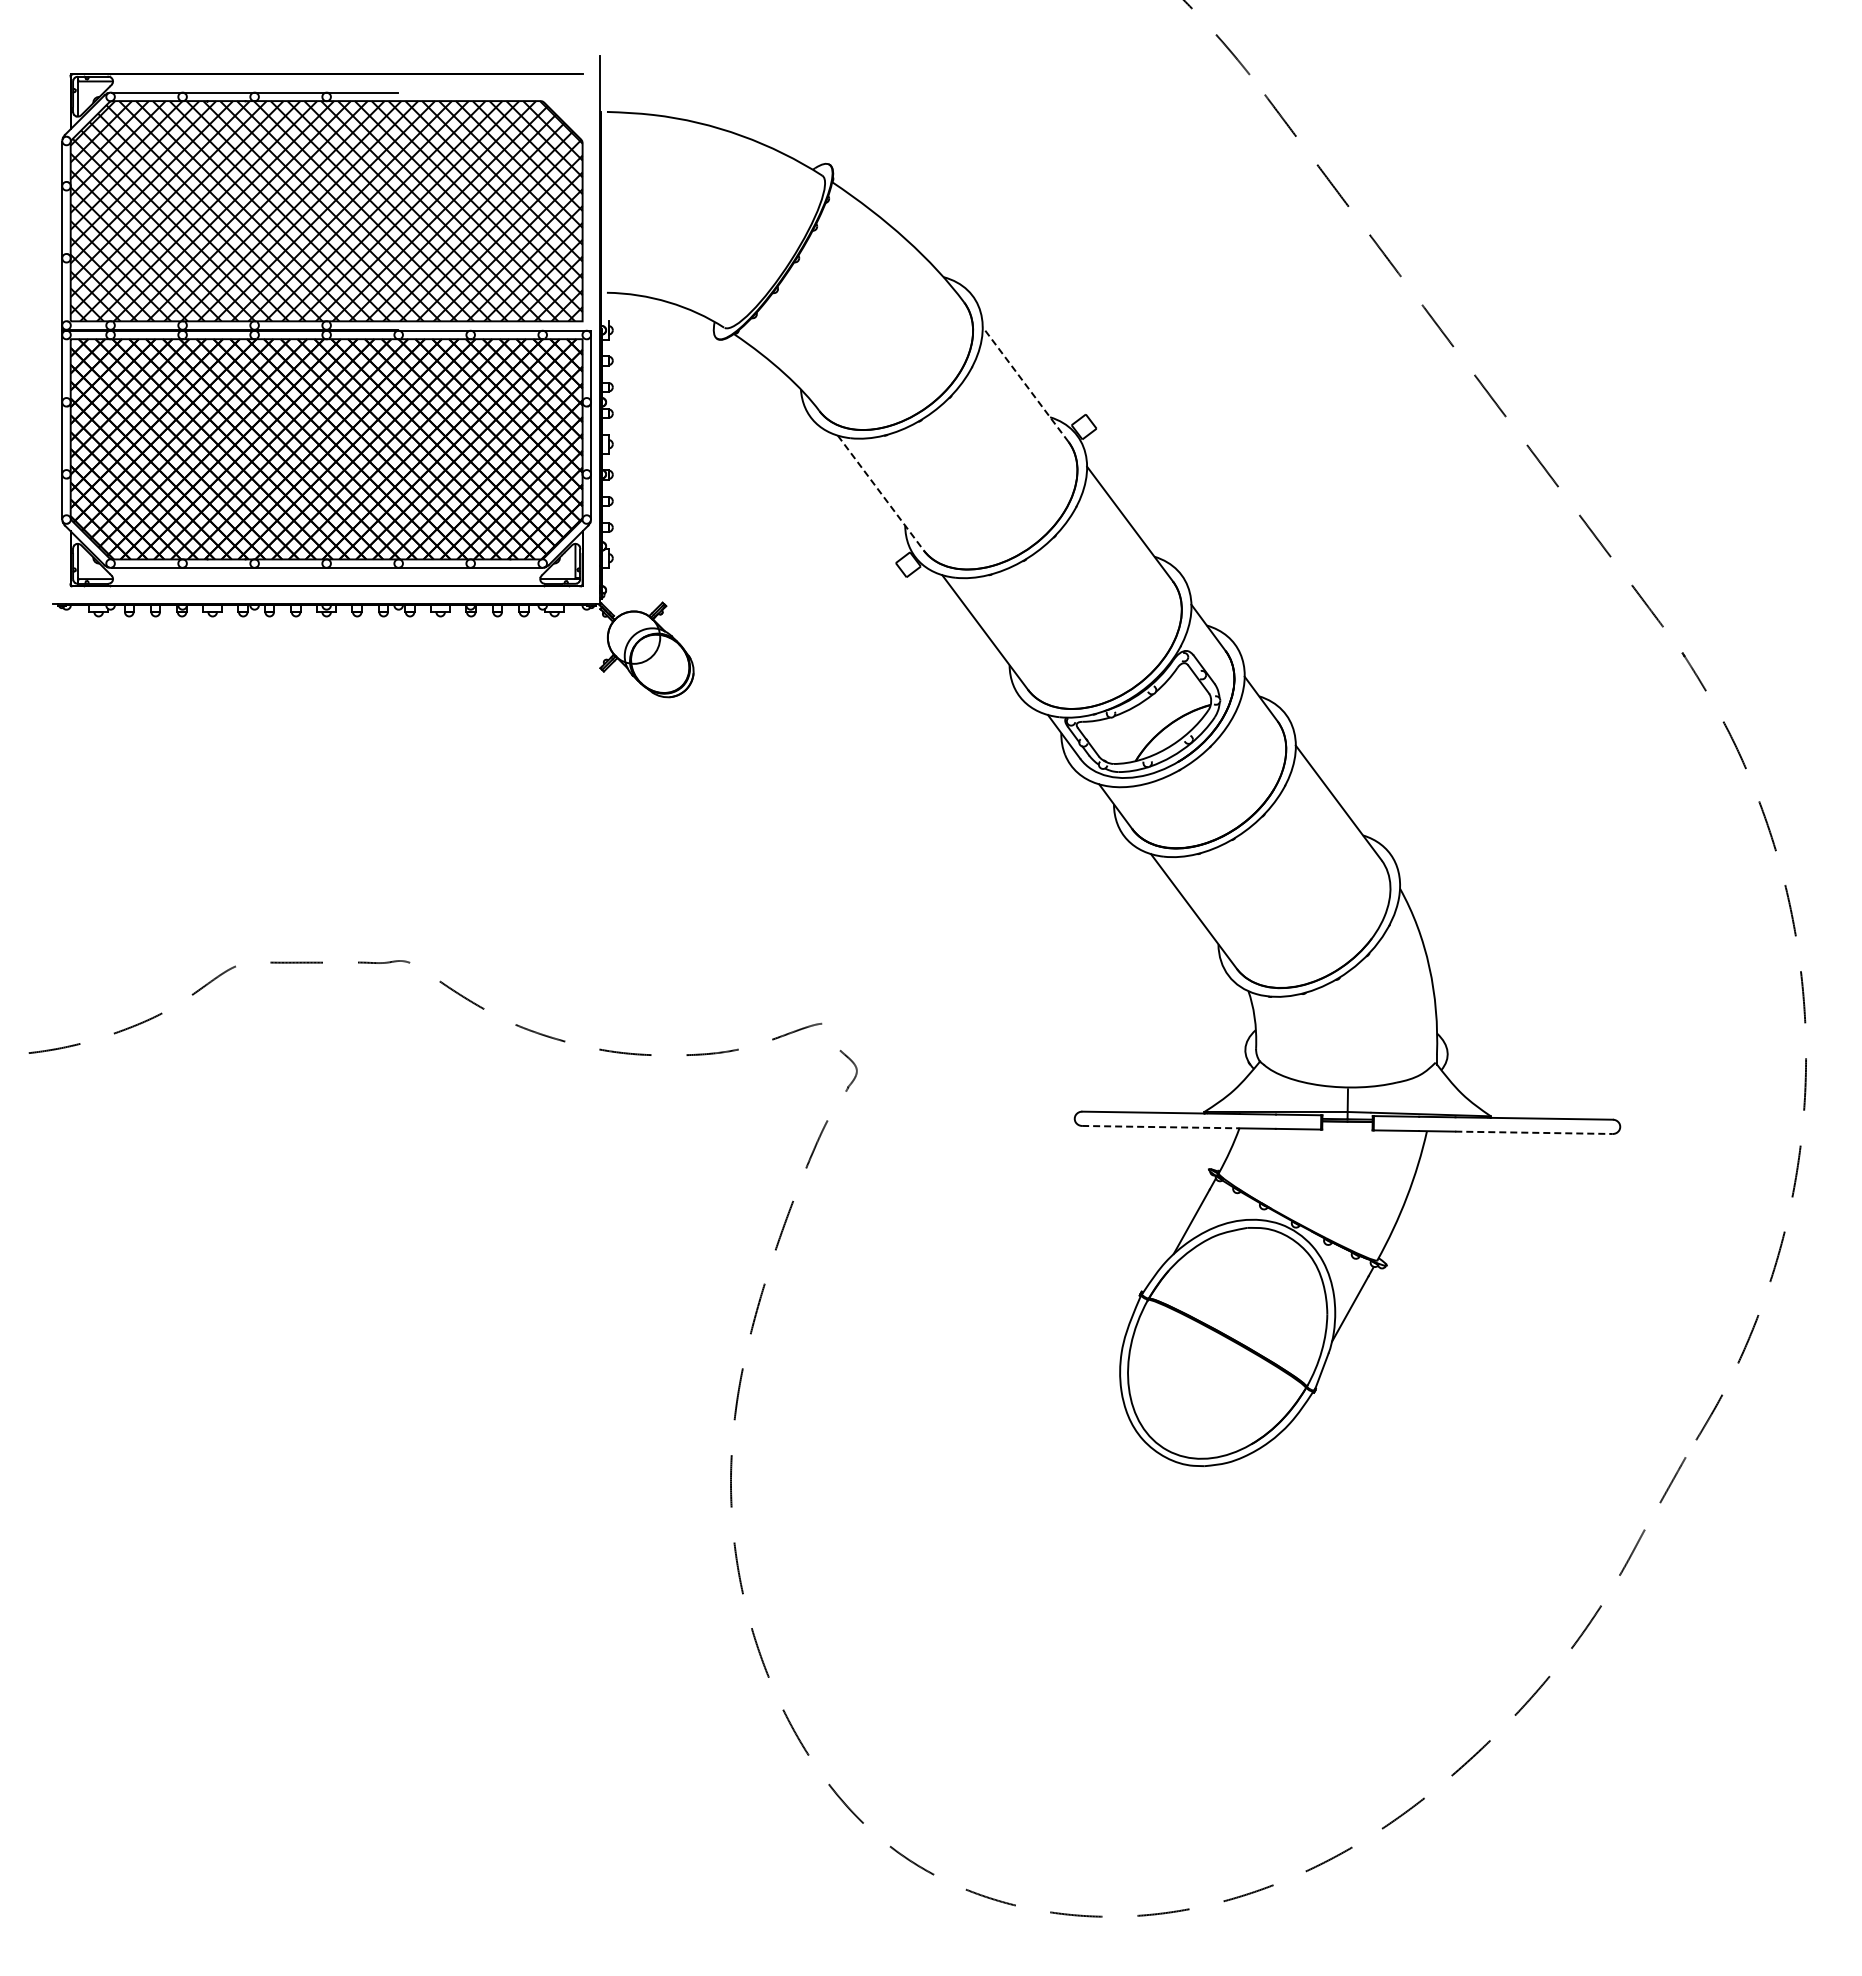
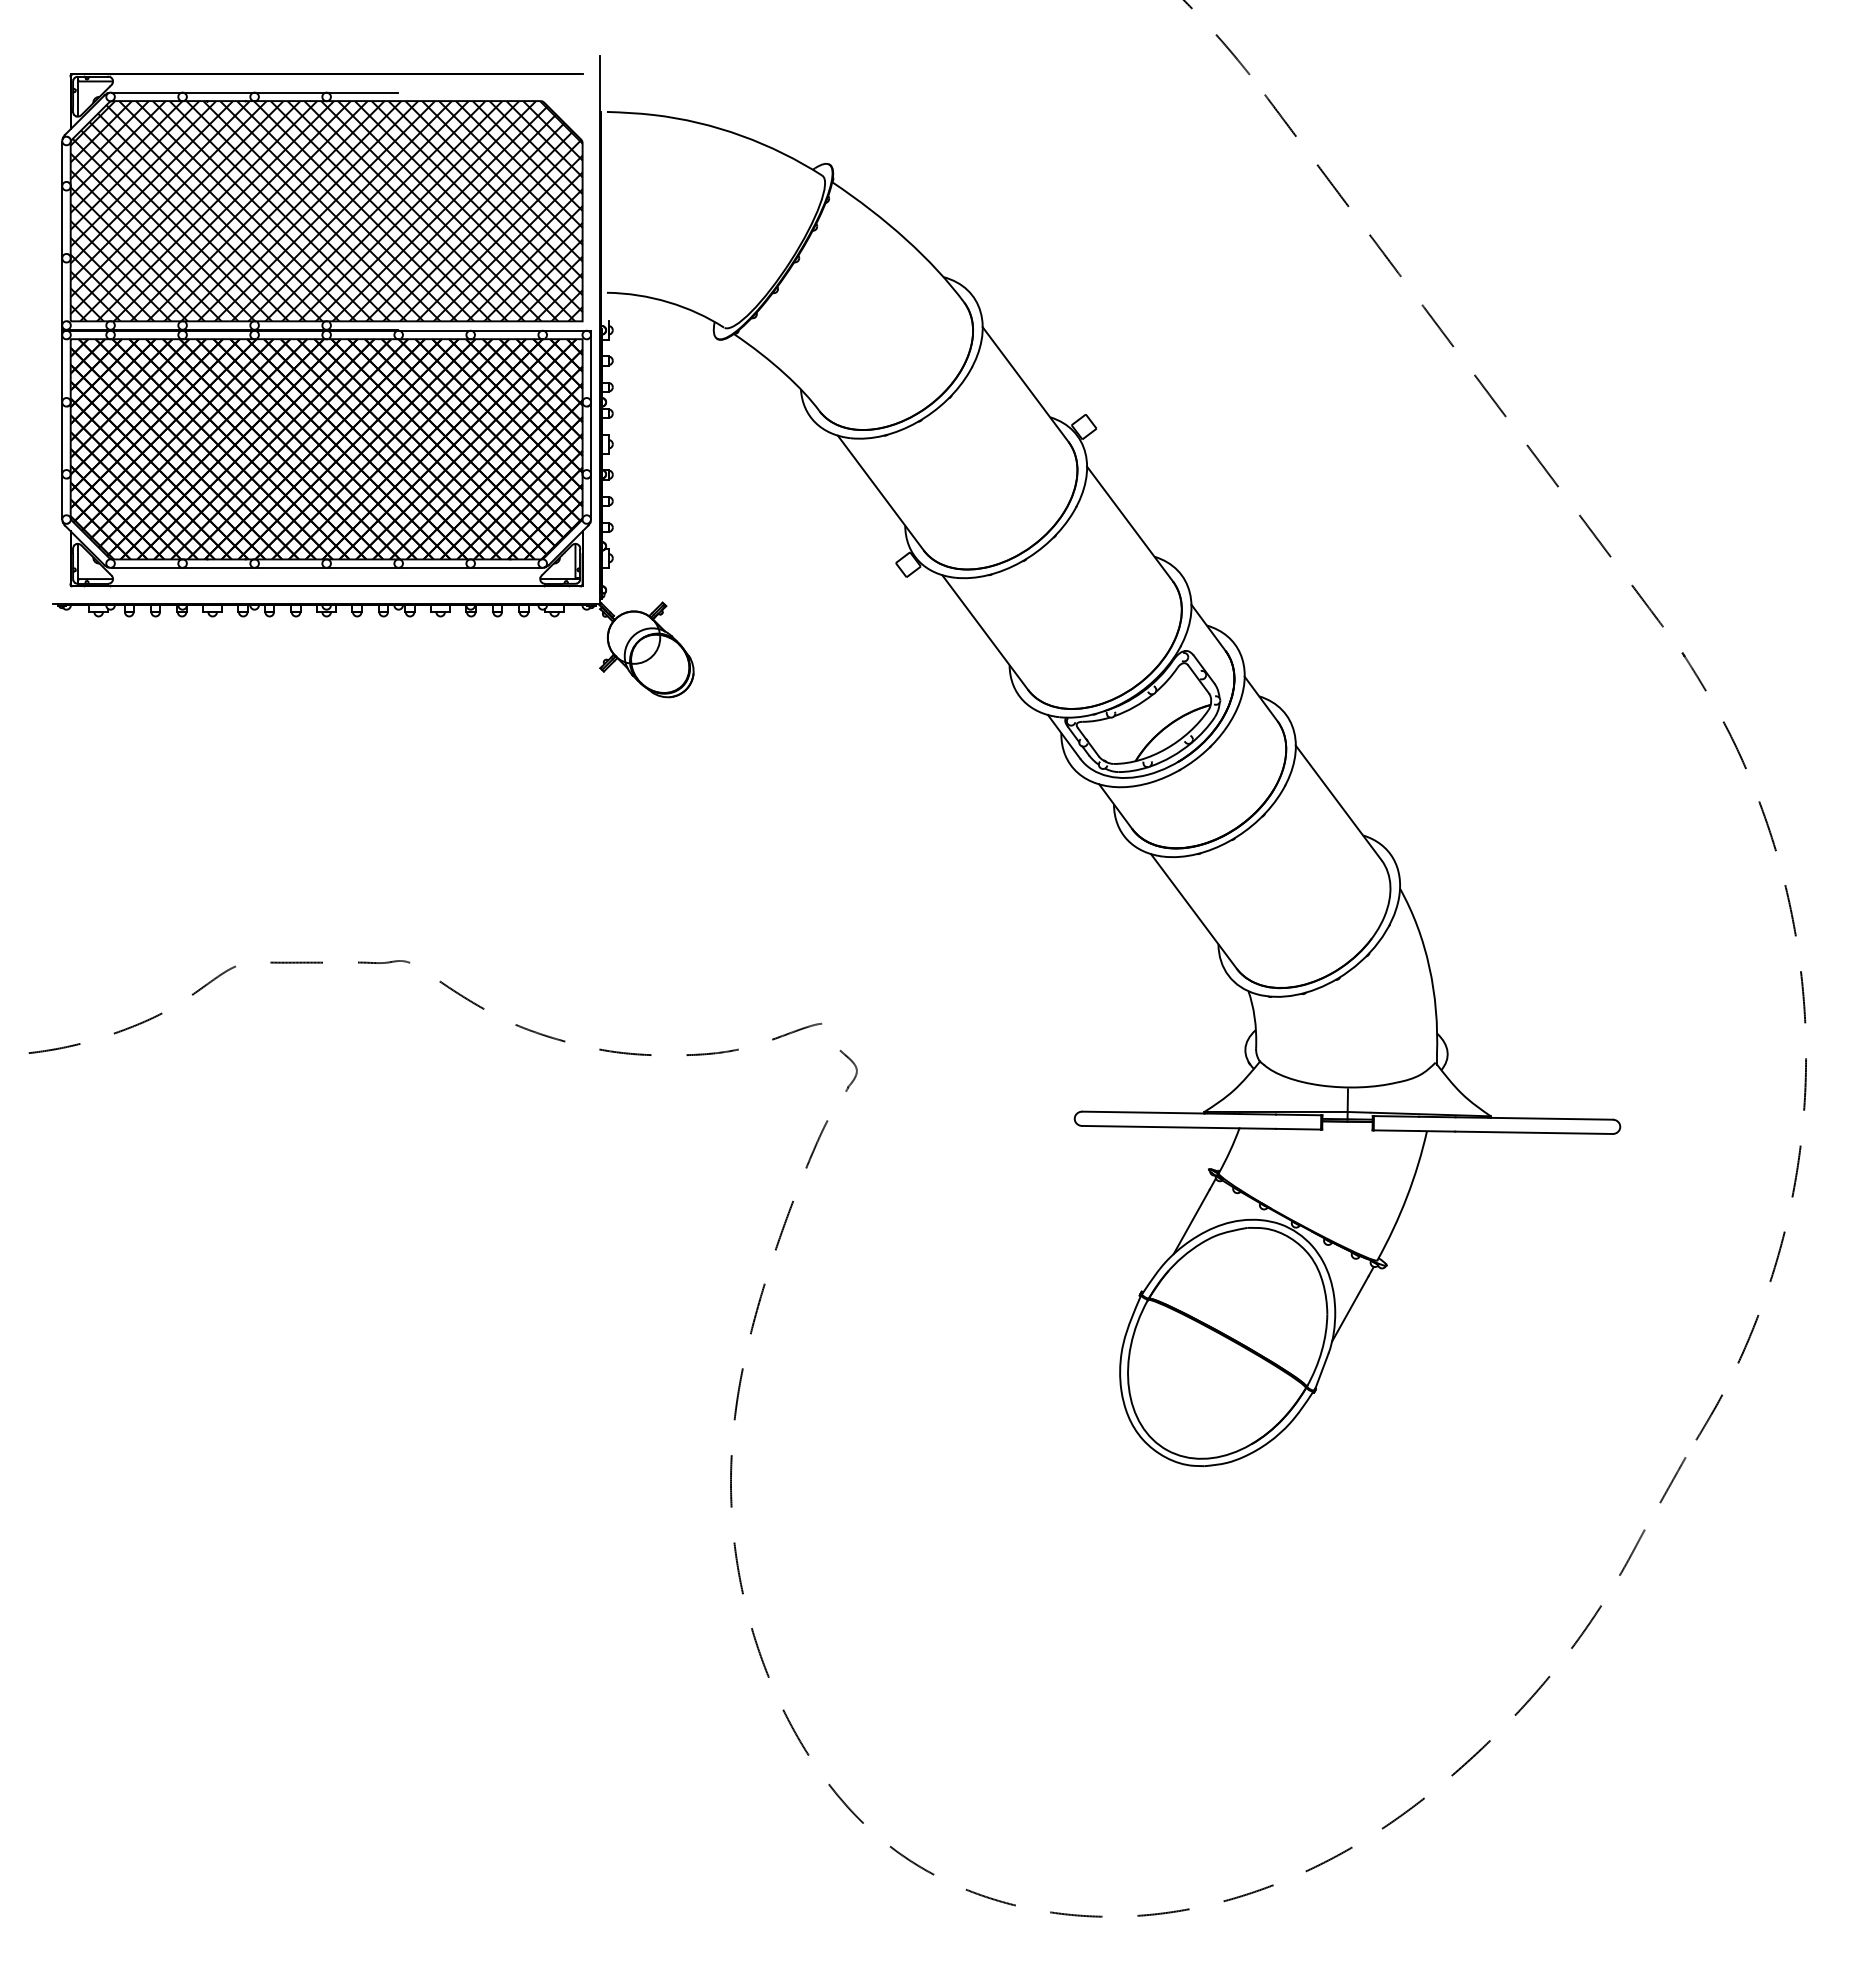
line at (1025, 384): dashed -> solid
line at (880, 493): dashed -> solid
line at (1160, 1127): dashed -> solid
line at (1533, 1132): dashed -> solid
